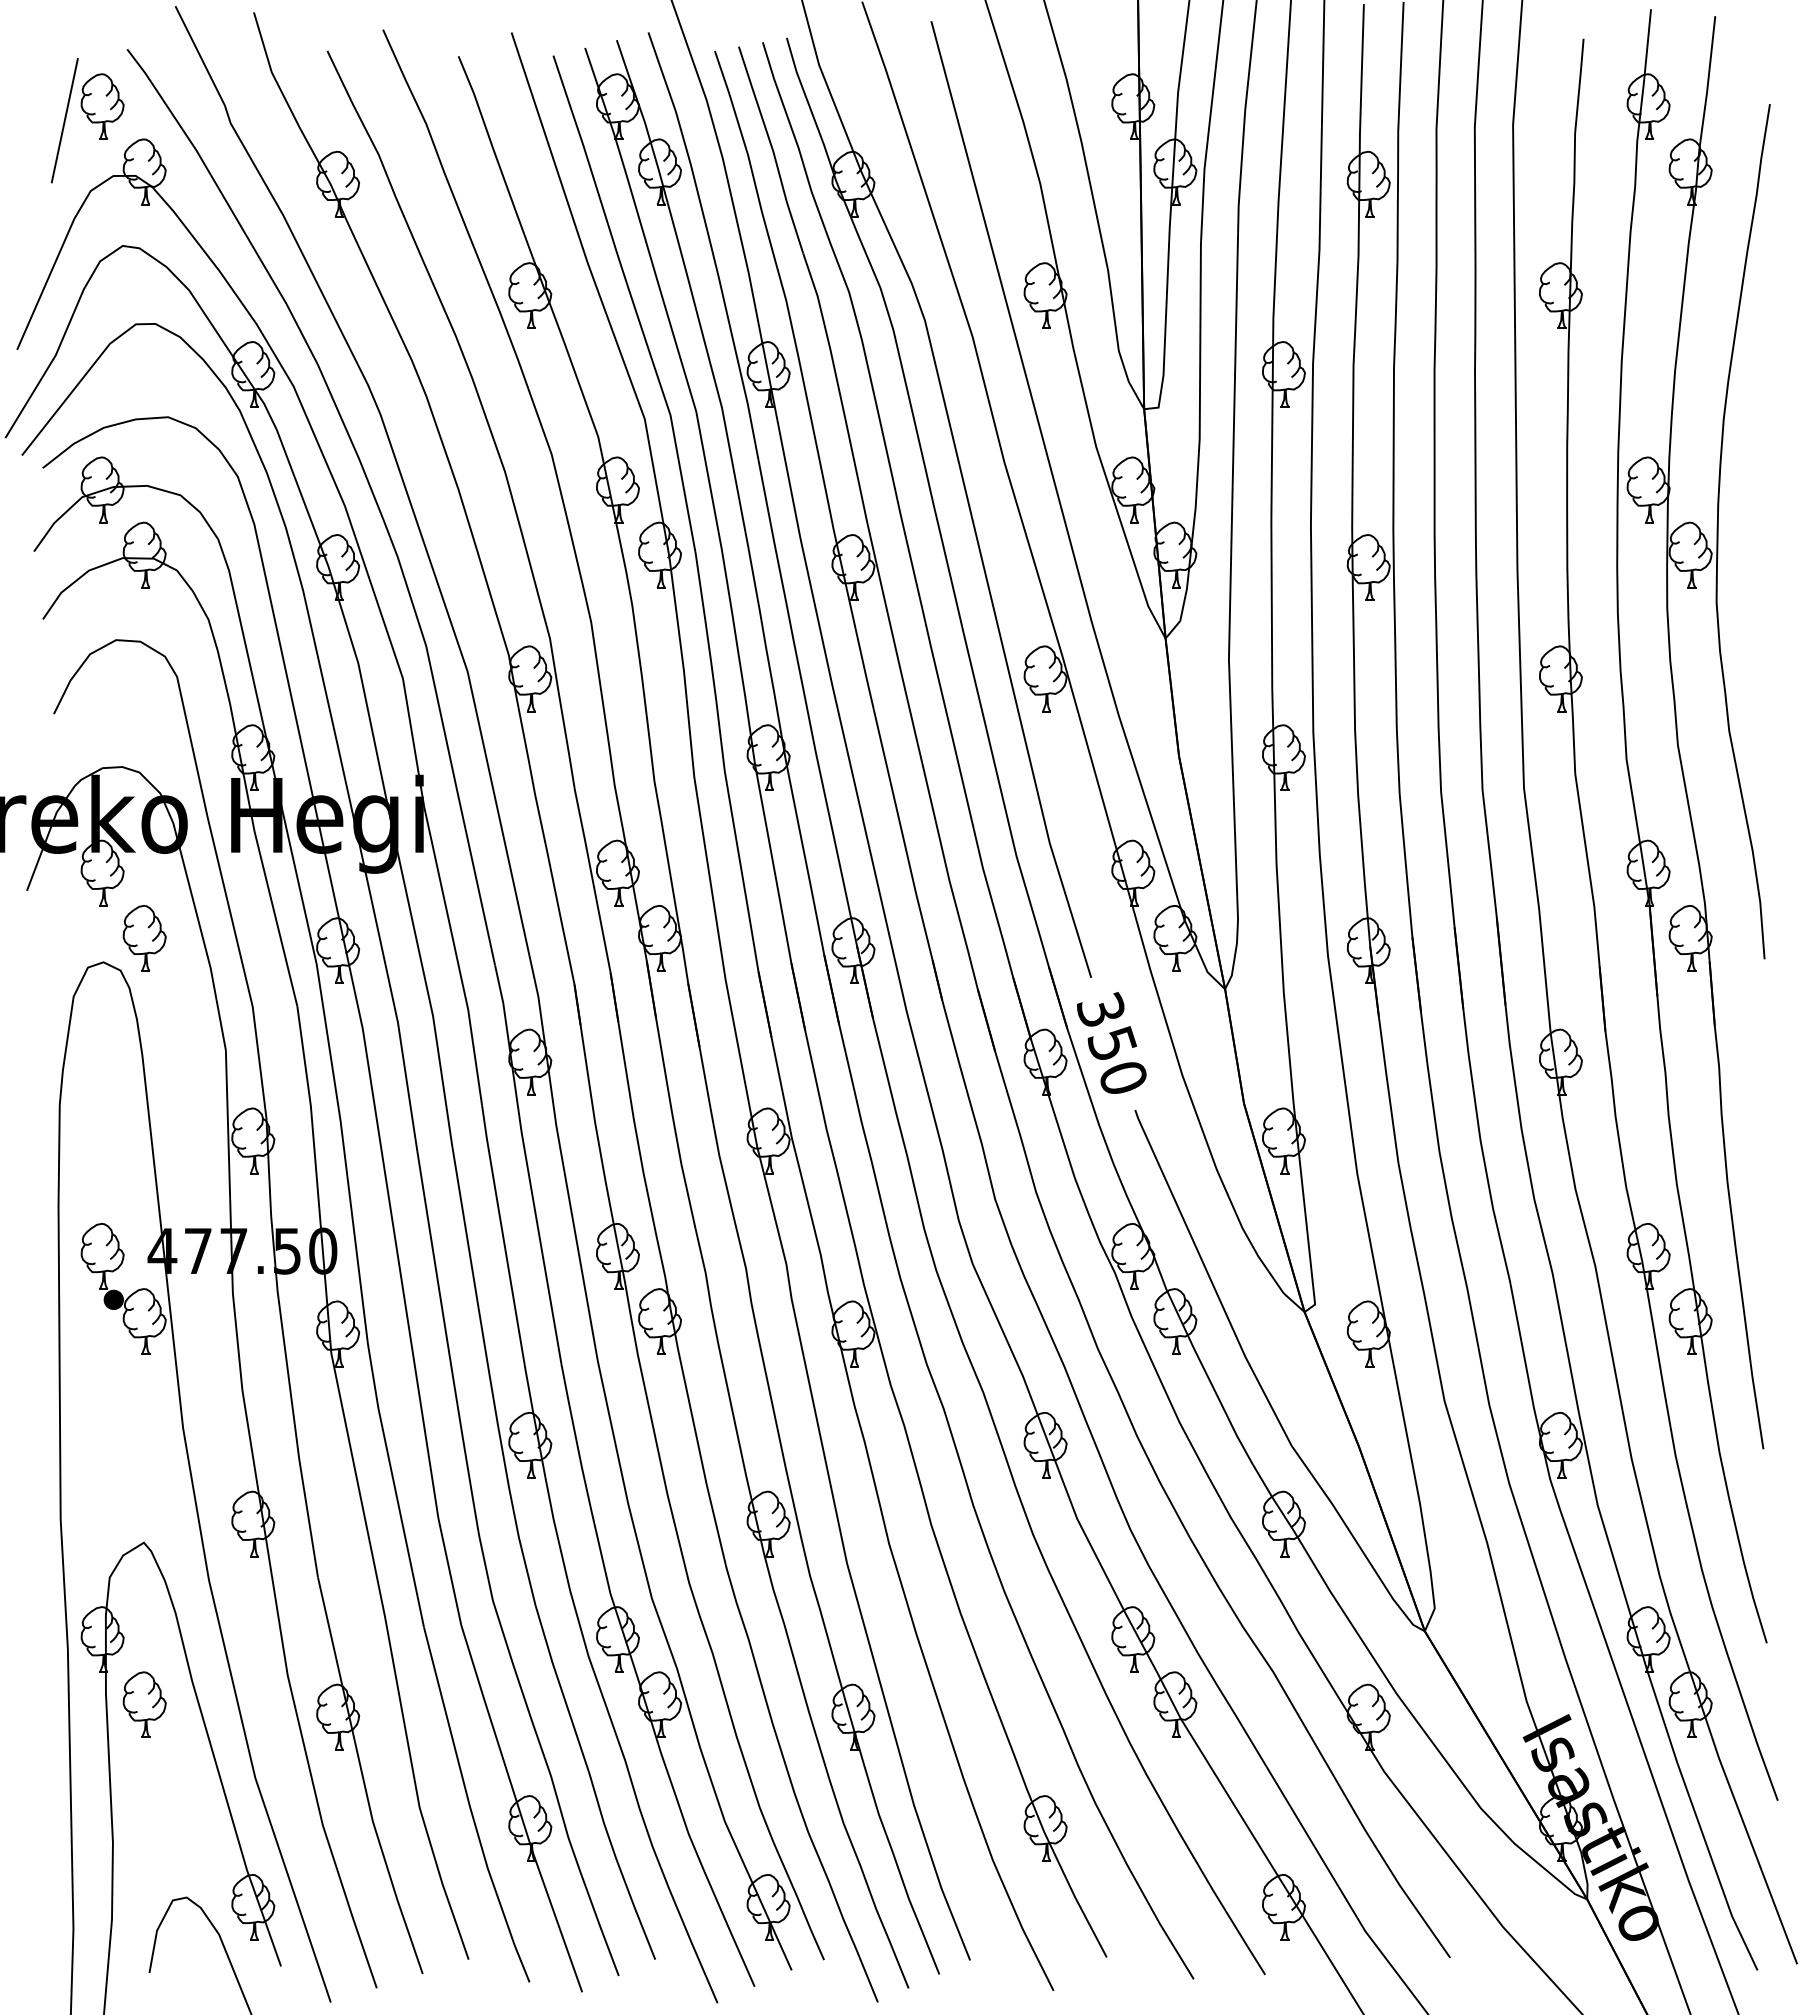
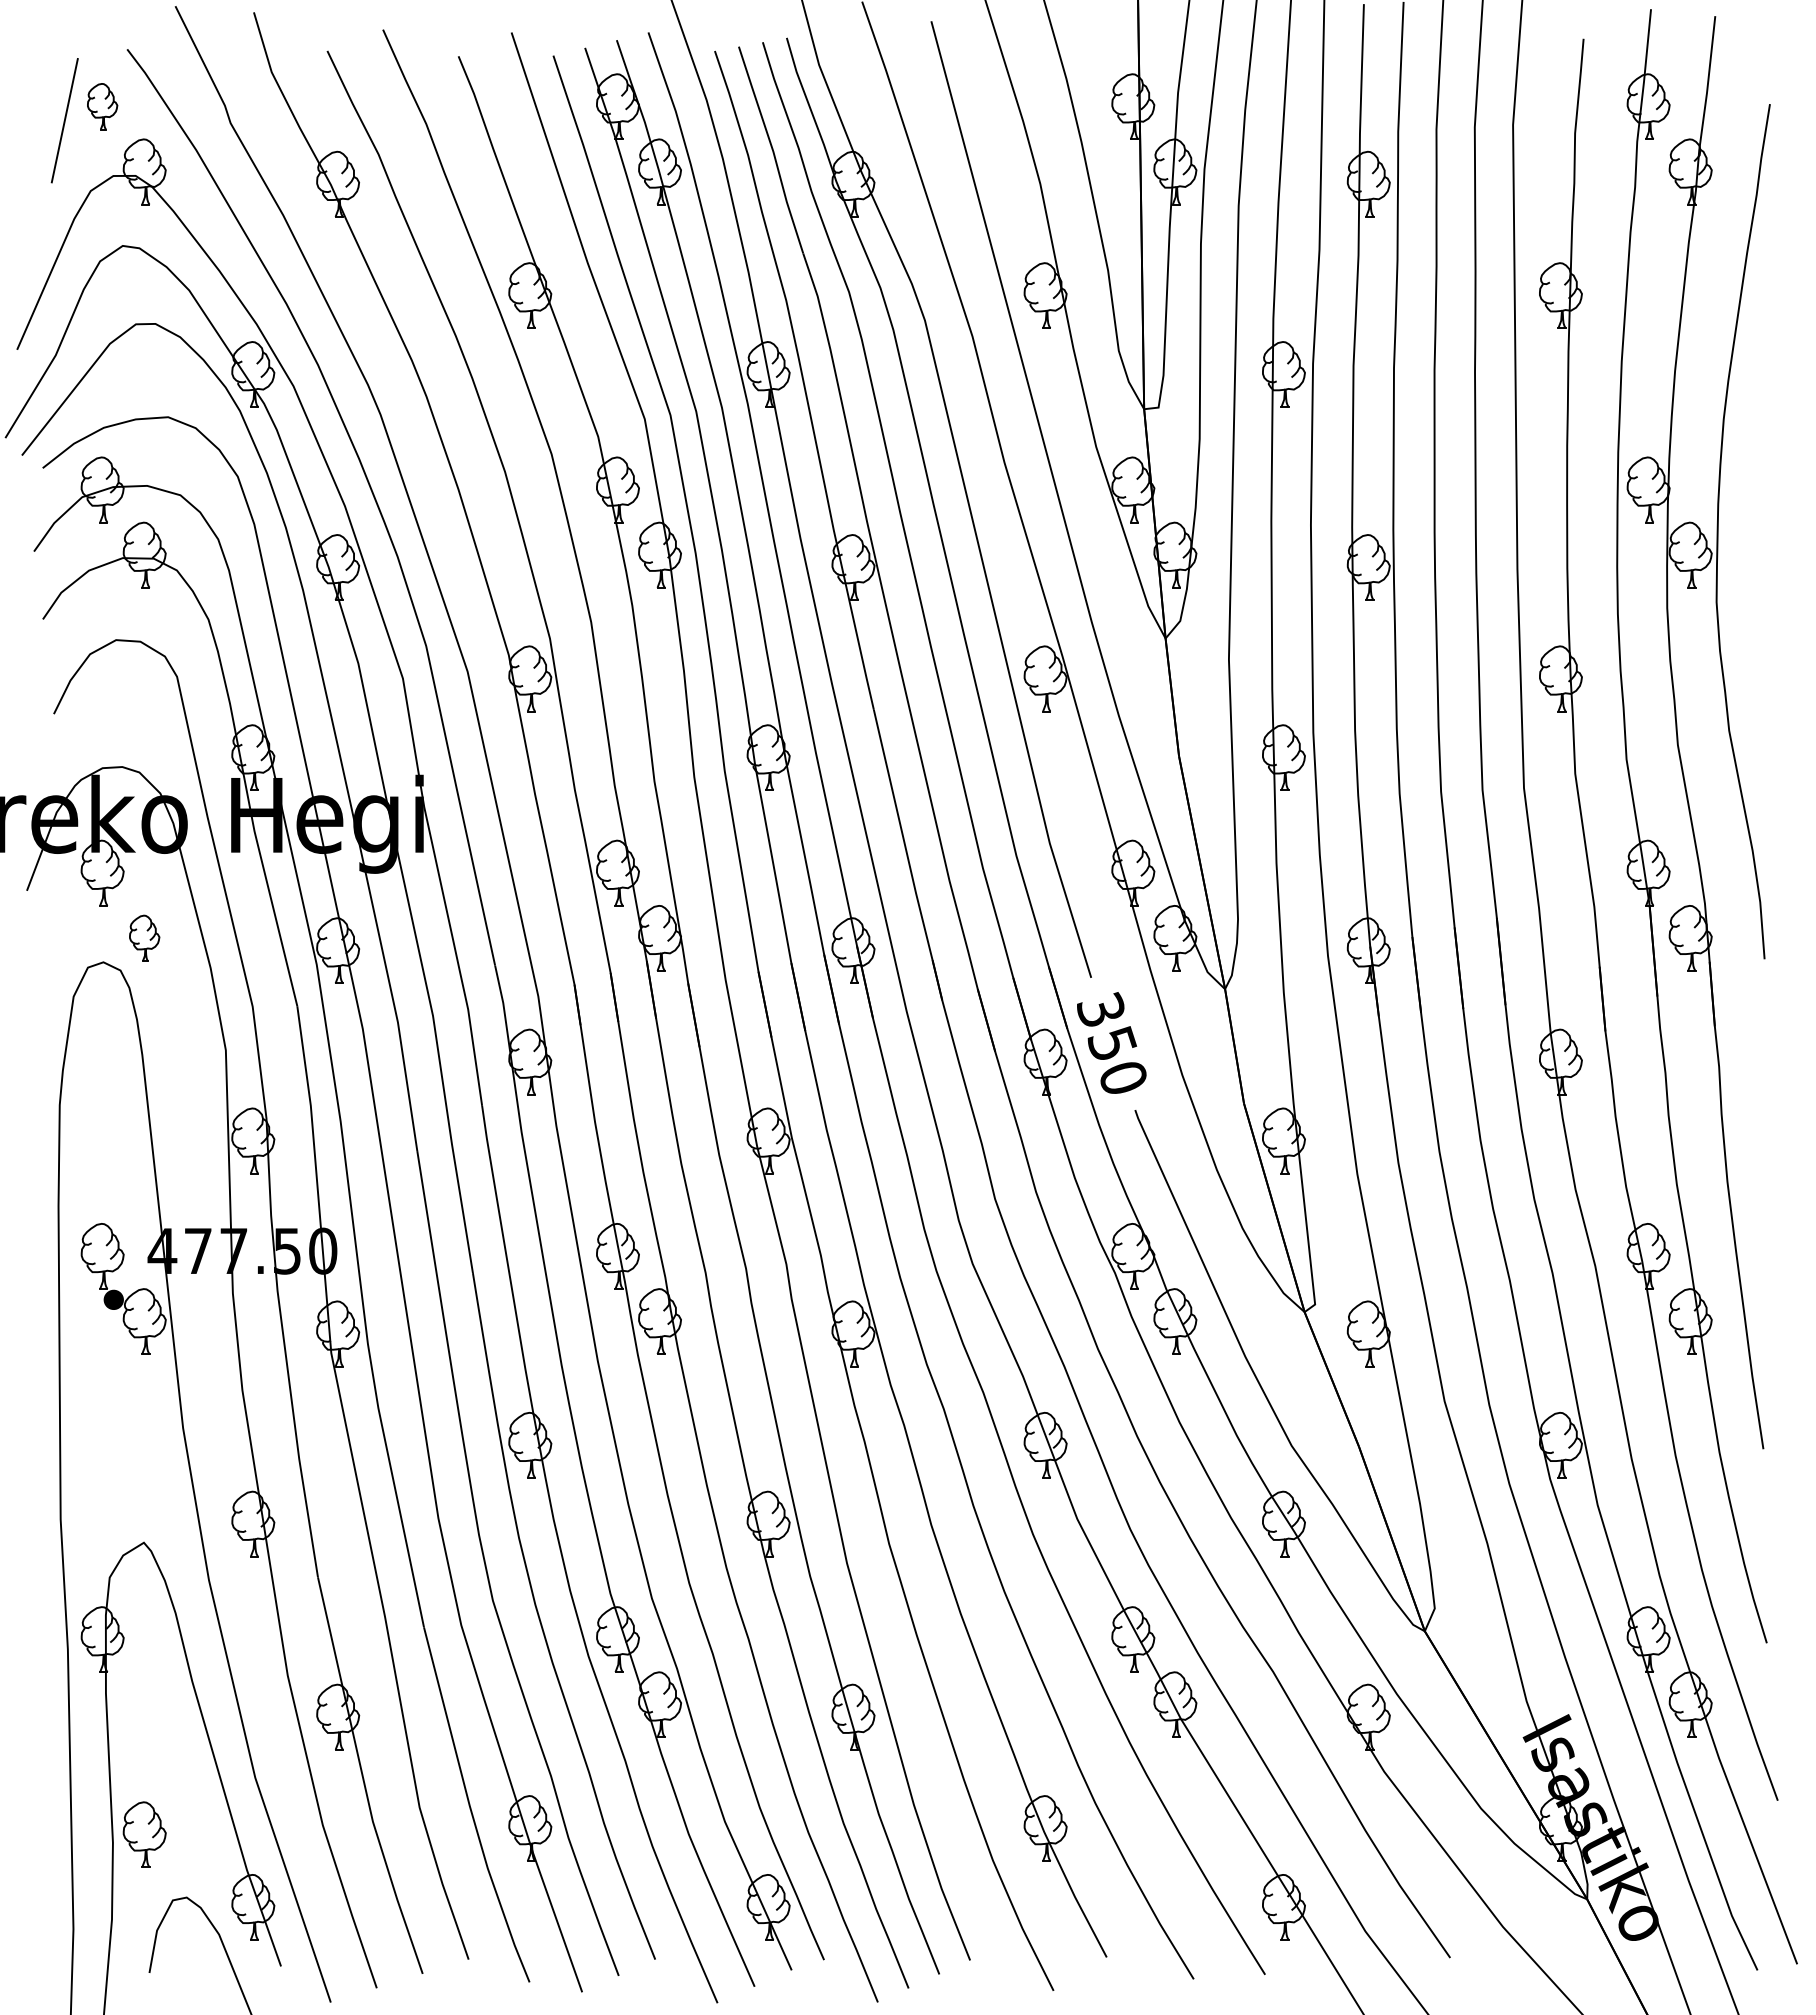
part at (102, 106) size: 45x67 px -> 32x48 px
part at (144, 938) size: 45x67 px -> 32x48 px
part at (144, 1704) position: (144, 1704) -> (144, 1834)
